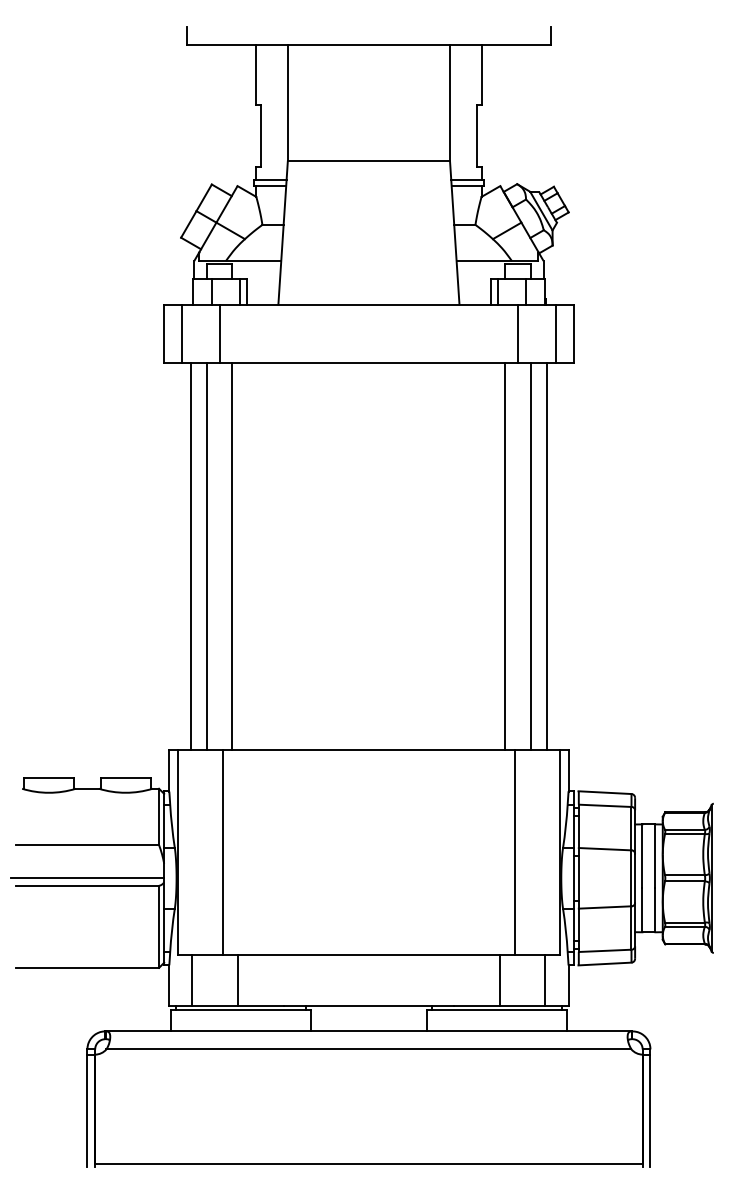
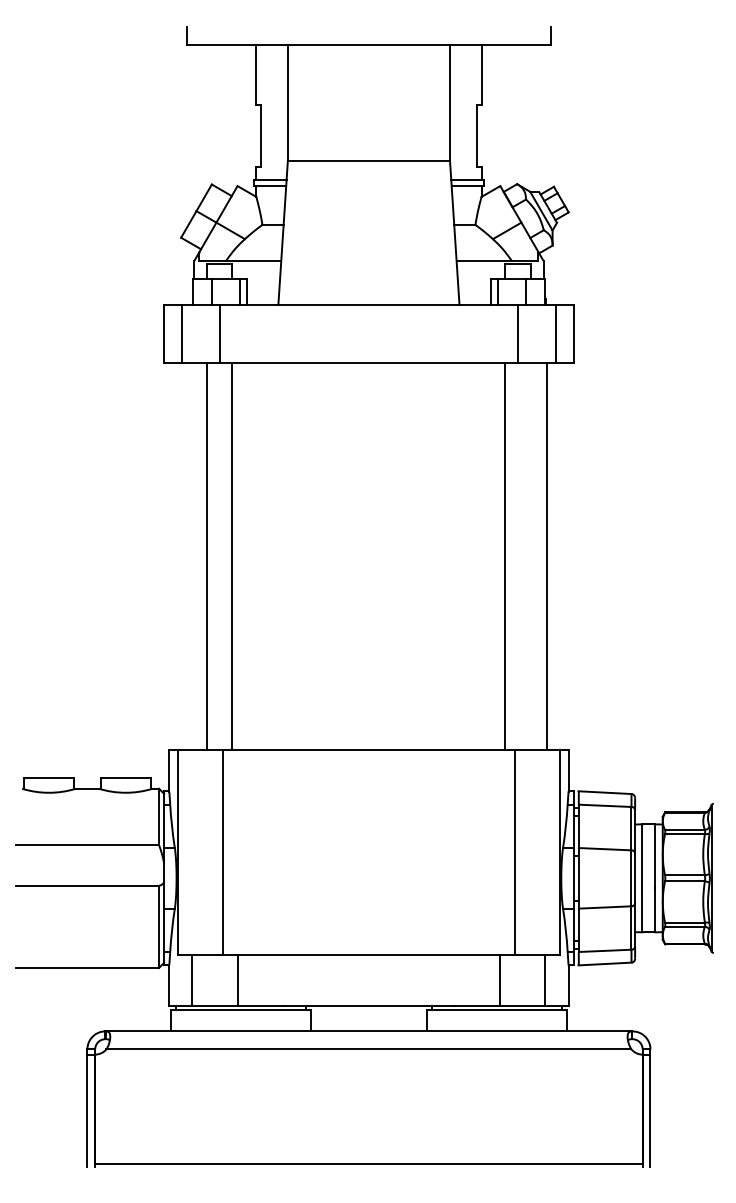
line at (191, 556): present -> none
line at (531, 556): present -> none
line at (87, 878): present -> none
